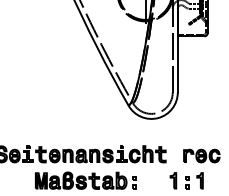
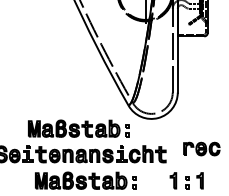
part at (78, 128): none -> present
part at (201, 155) position: (201, 155) -> (201, 148)
